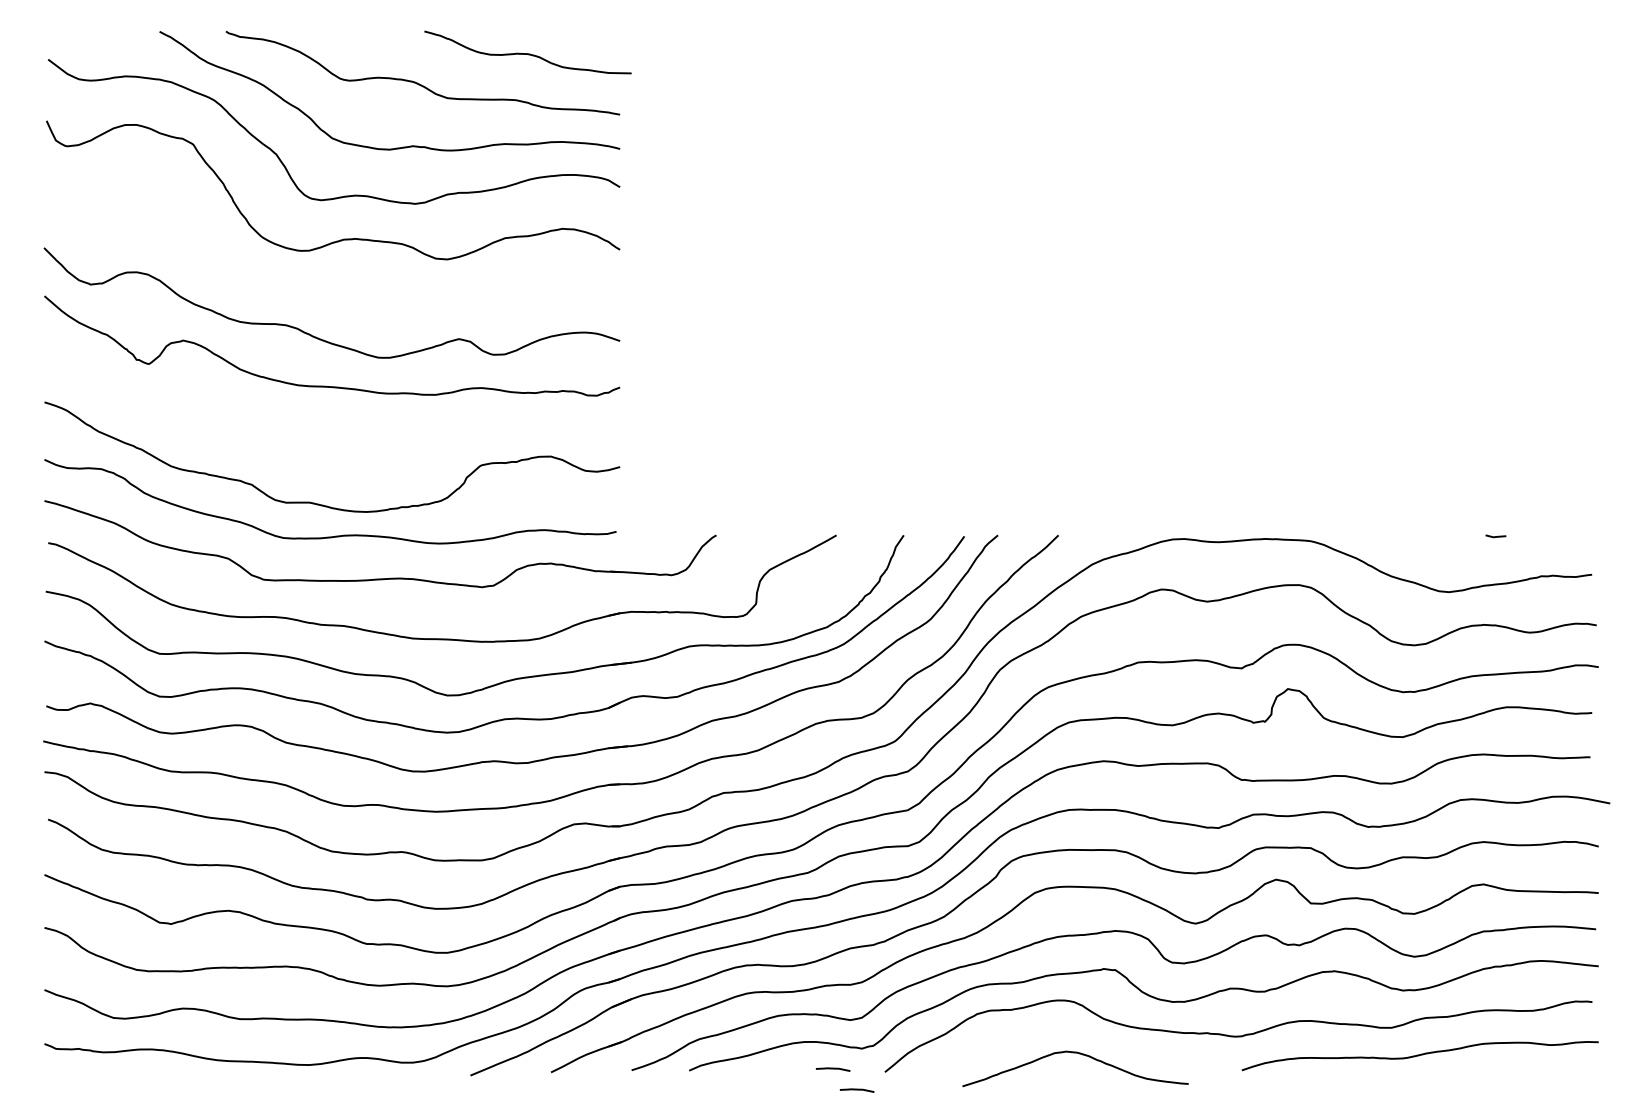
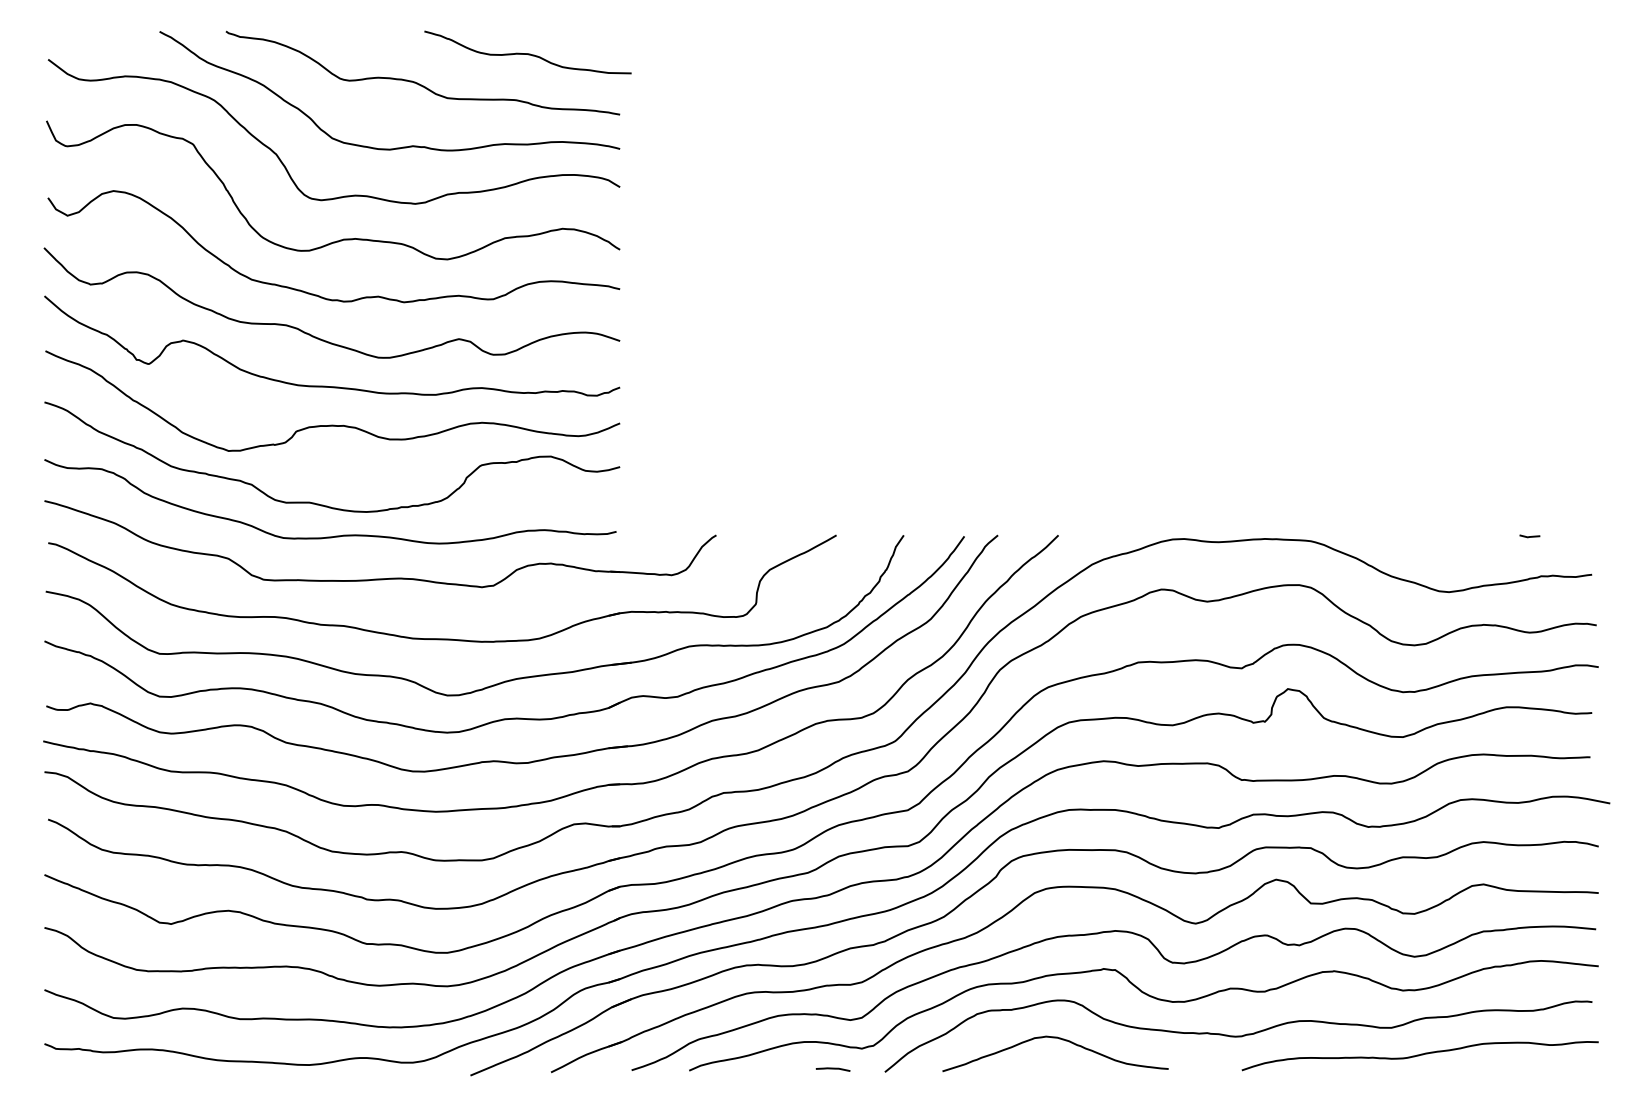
curve at (317, 294): none -> present
curve at (332, 424): none -> present
line at (1495, 536) position: (1495, 536) -> (1529, 536)
curve at (1079, 1054) position: (1079, 1054) -> (1059, 1039)
curve at (856, 1090): present -> none
